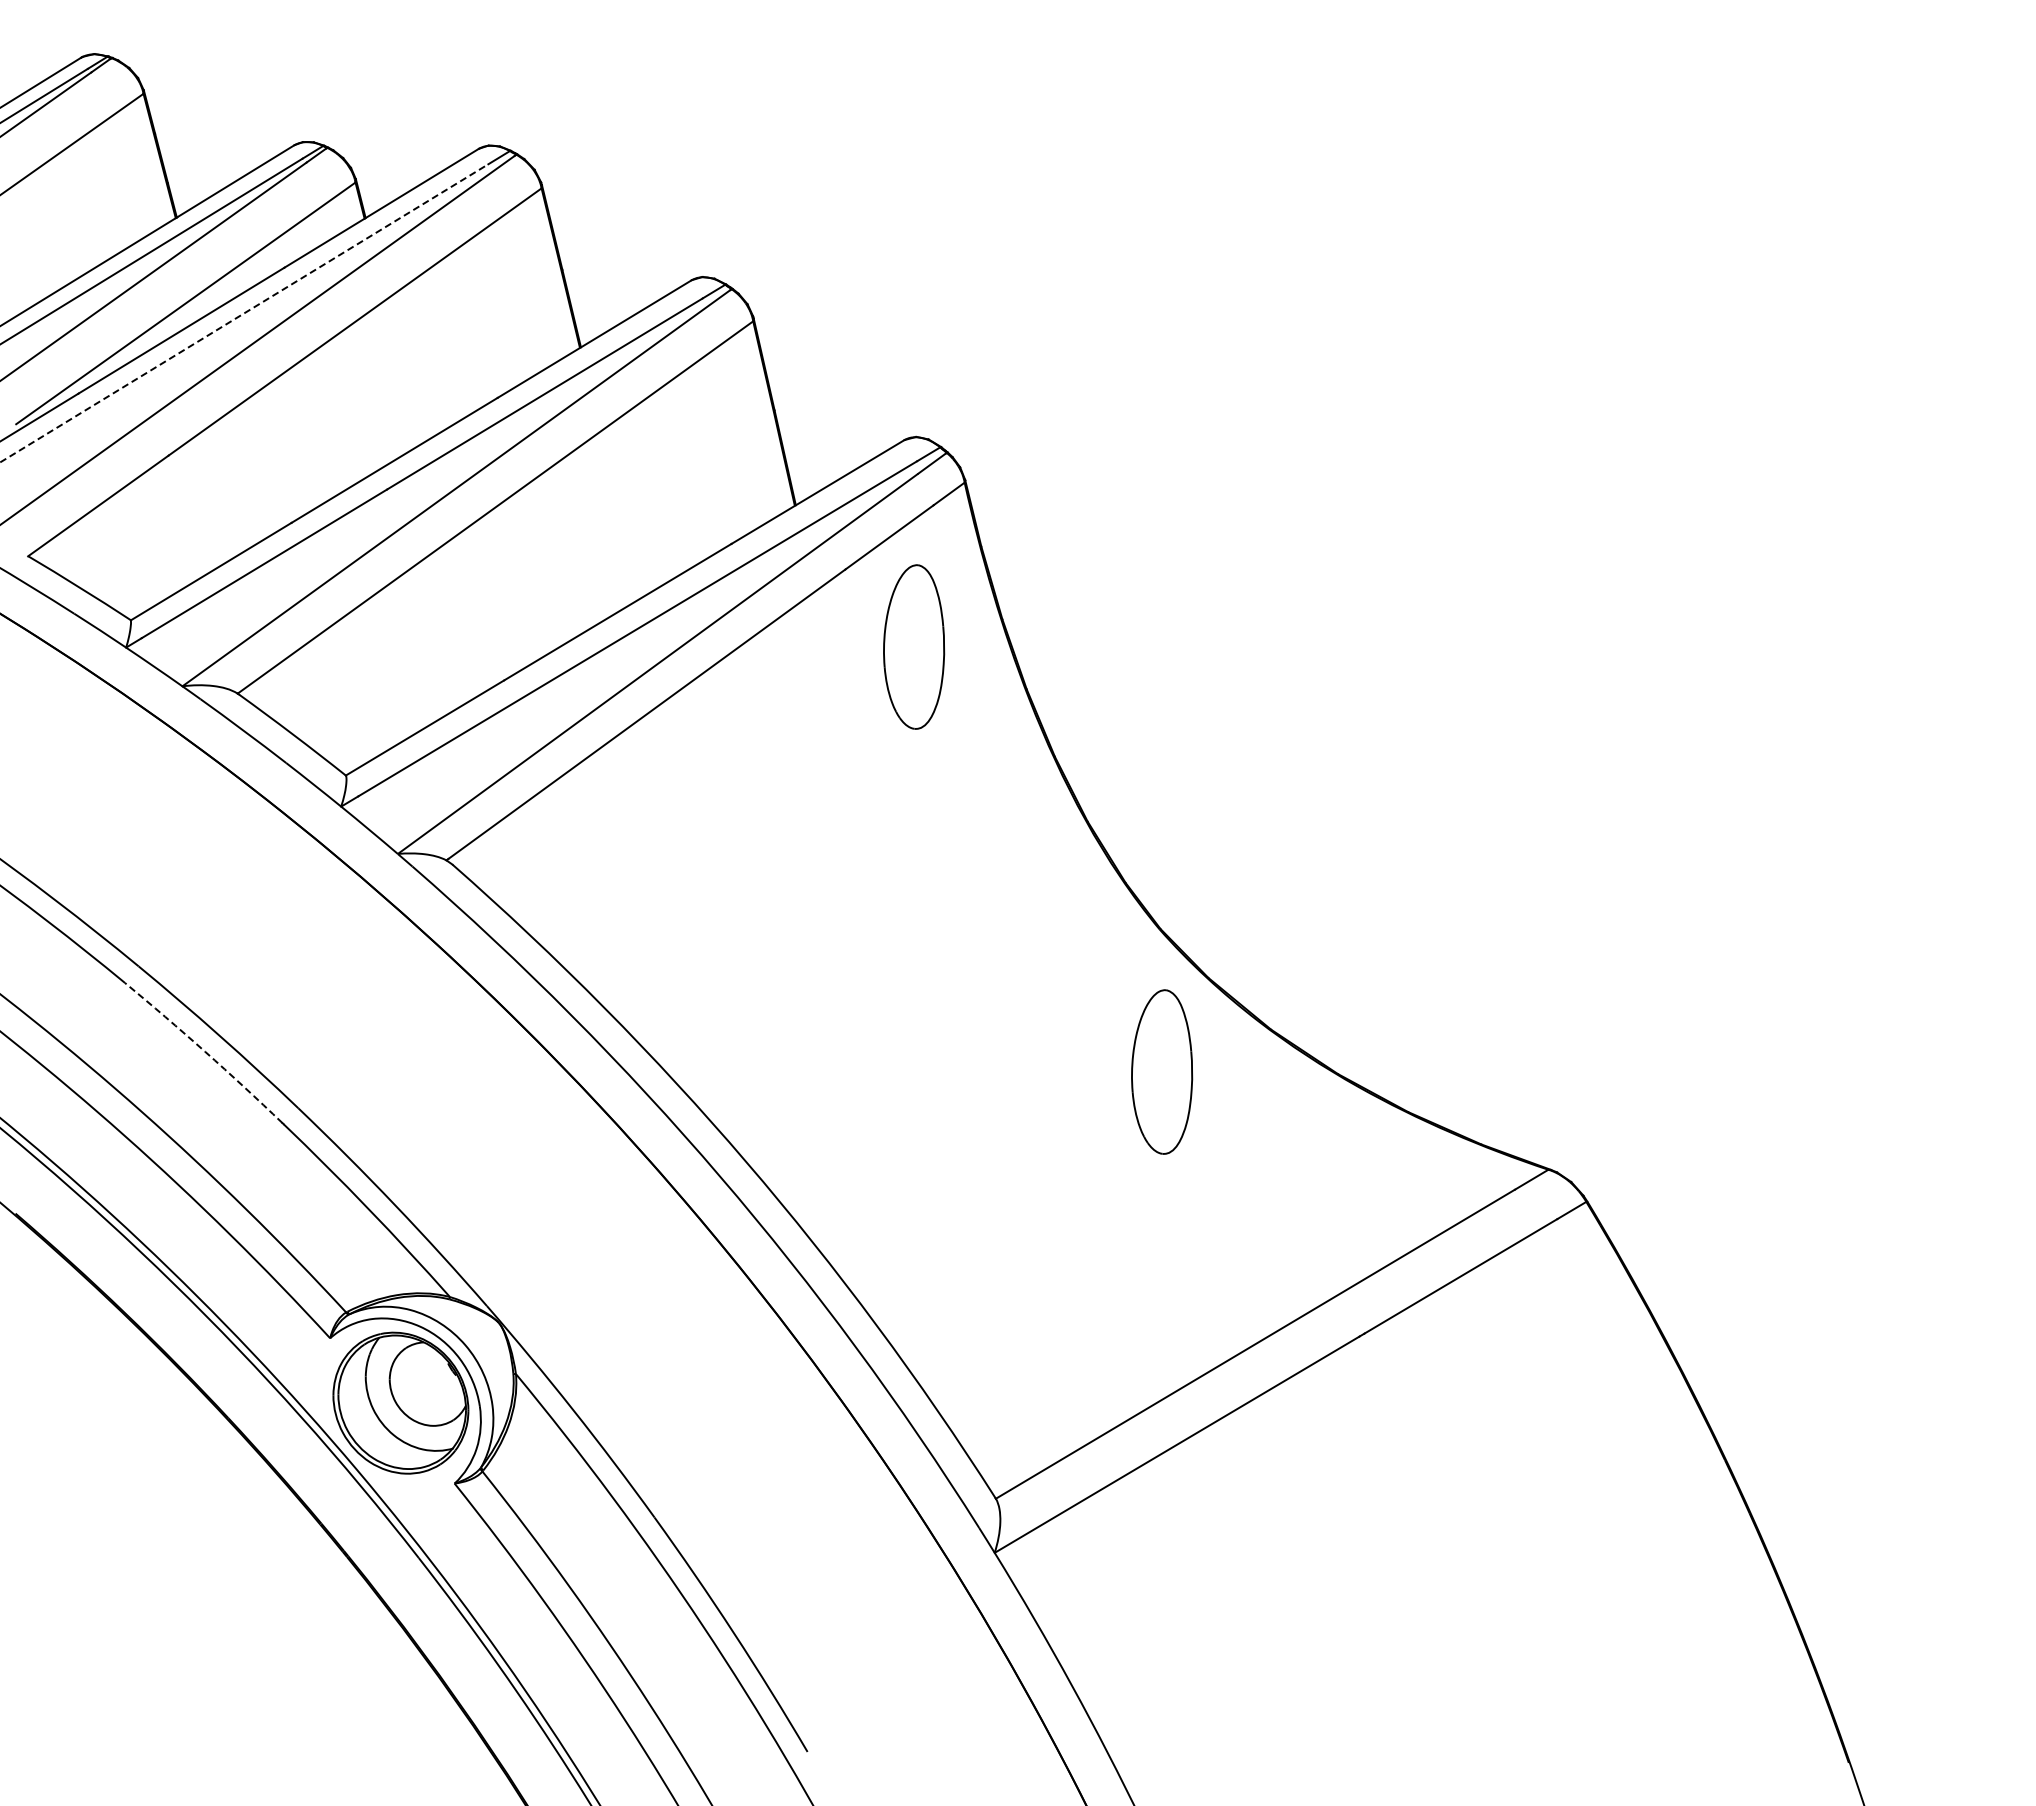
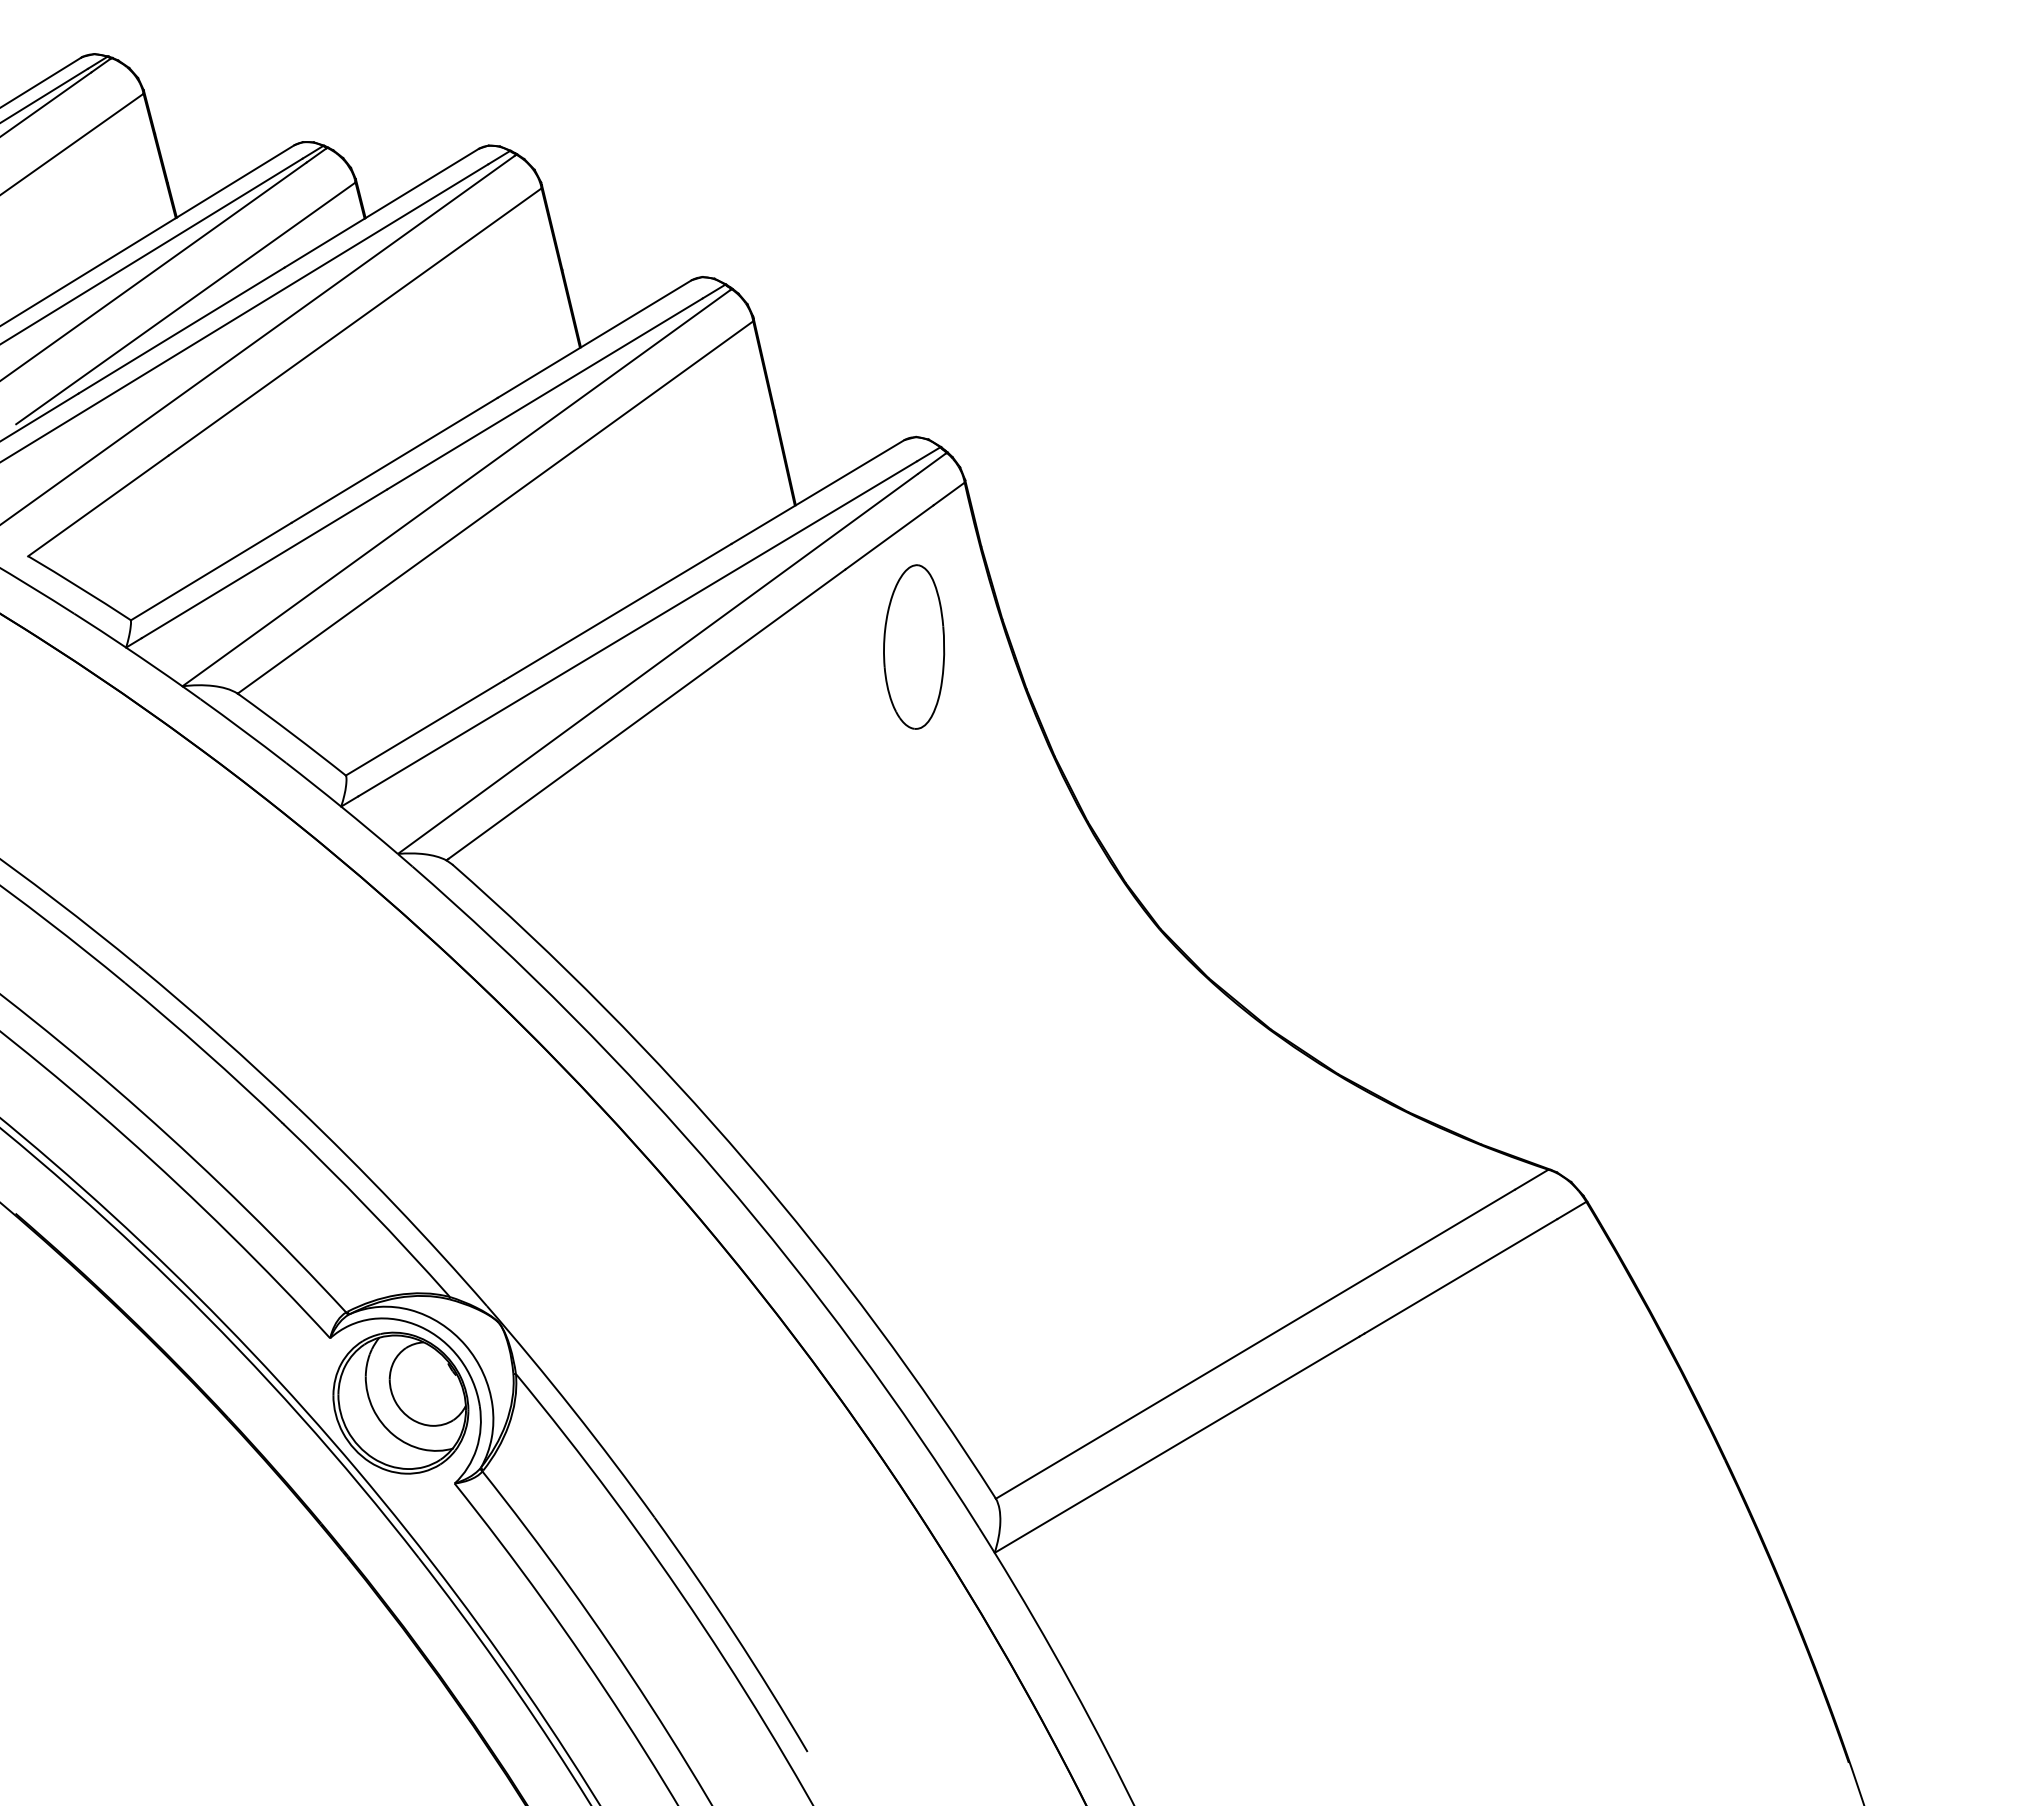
line at (244, 313): dashed -> solid
arc at (205, 1051): dashed -> solid
part at (1162, 1071): present -> none
